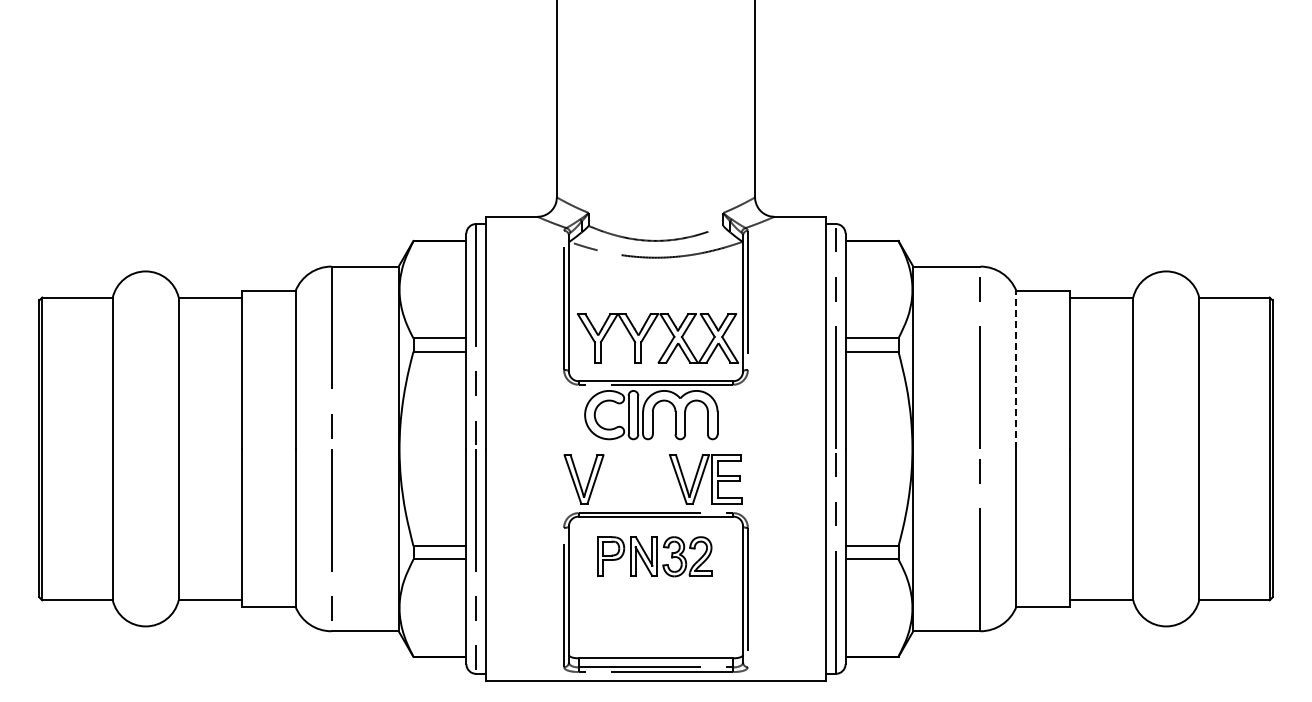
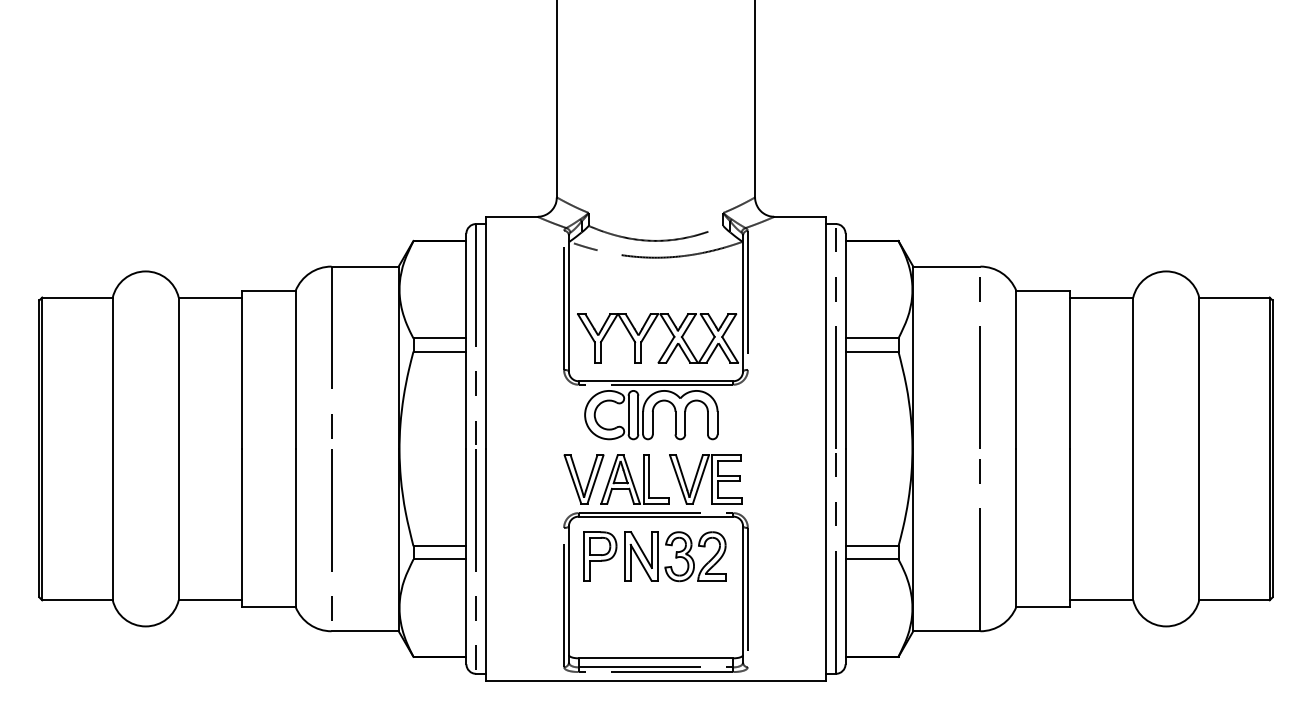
line at (1016, 369): dashed -> solid
part at (634, 479): none -> present
part at (654, 556) size: 116x42 px -> 144x52 px
